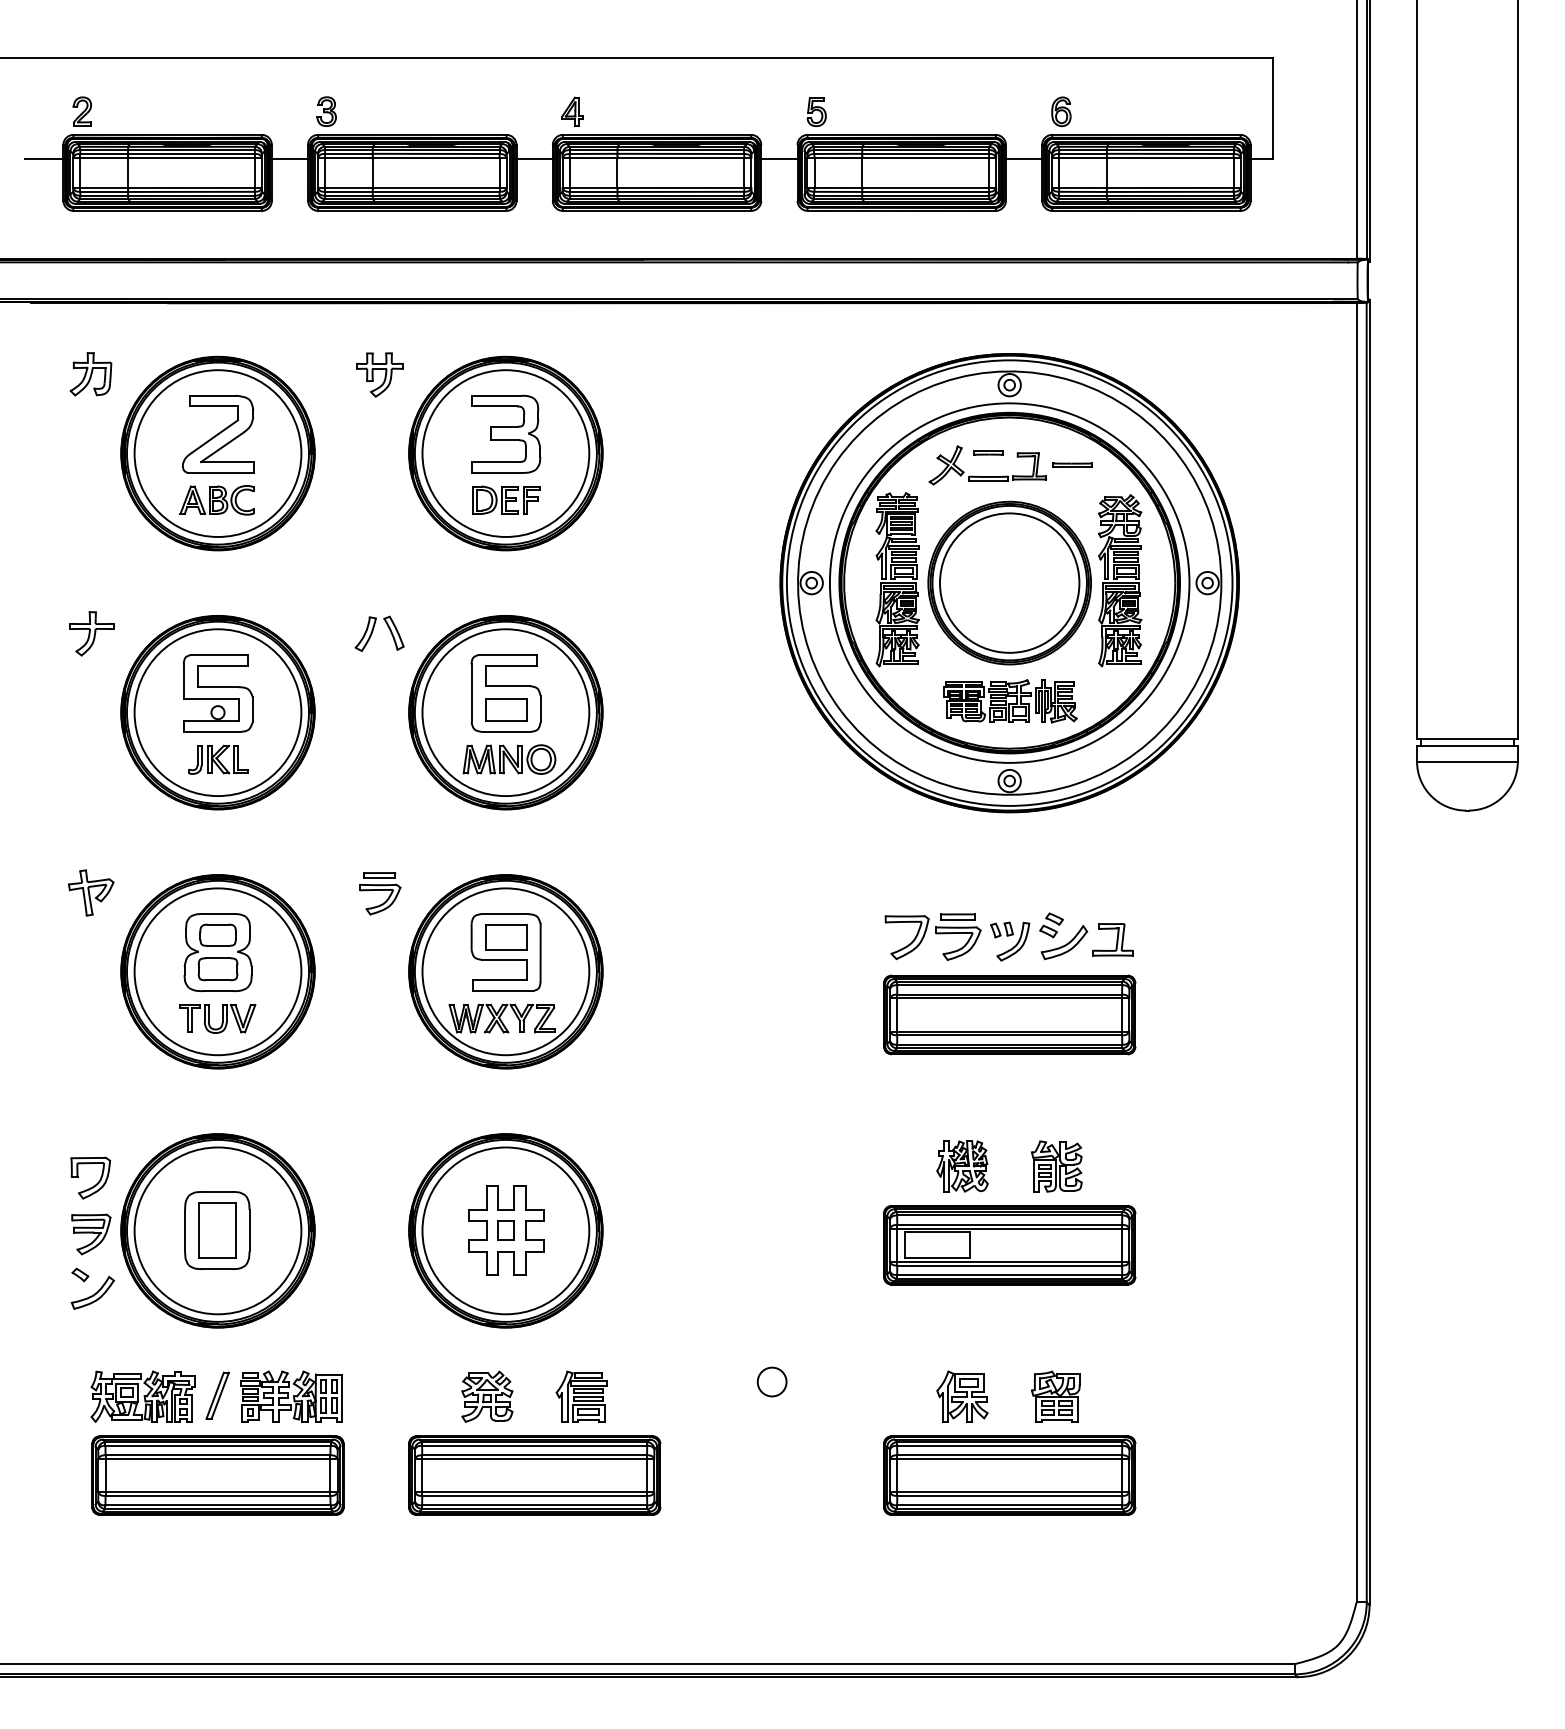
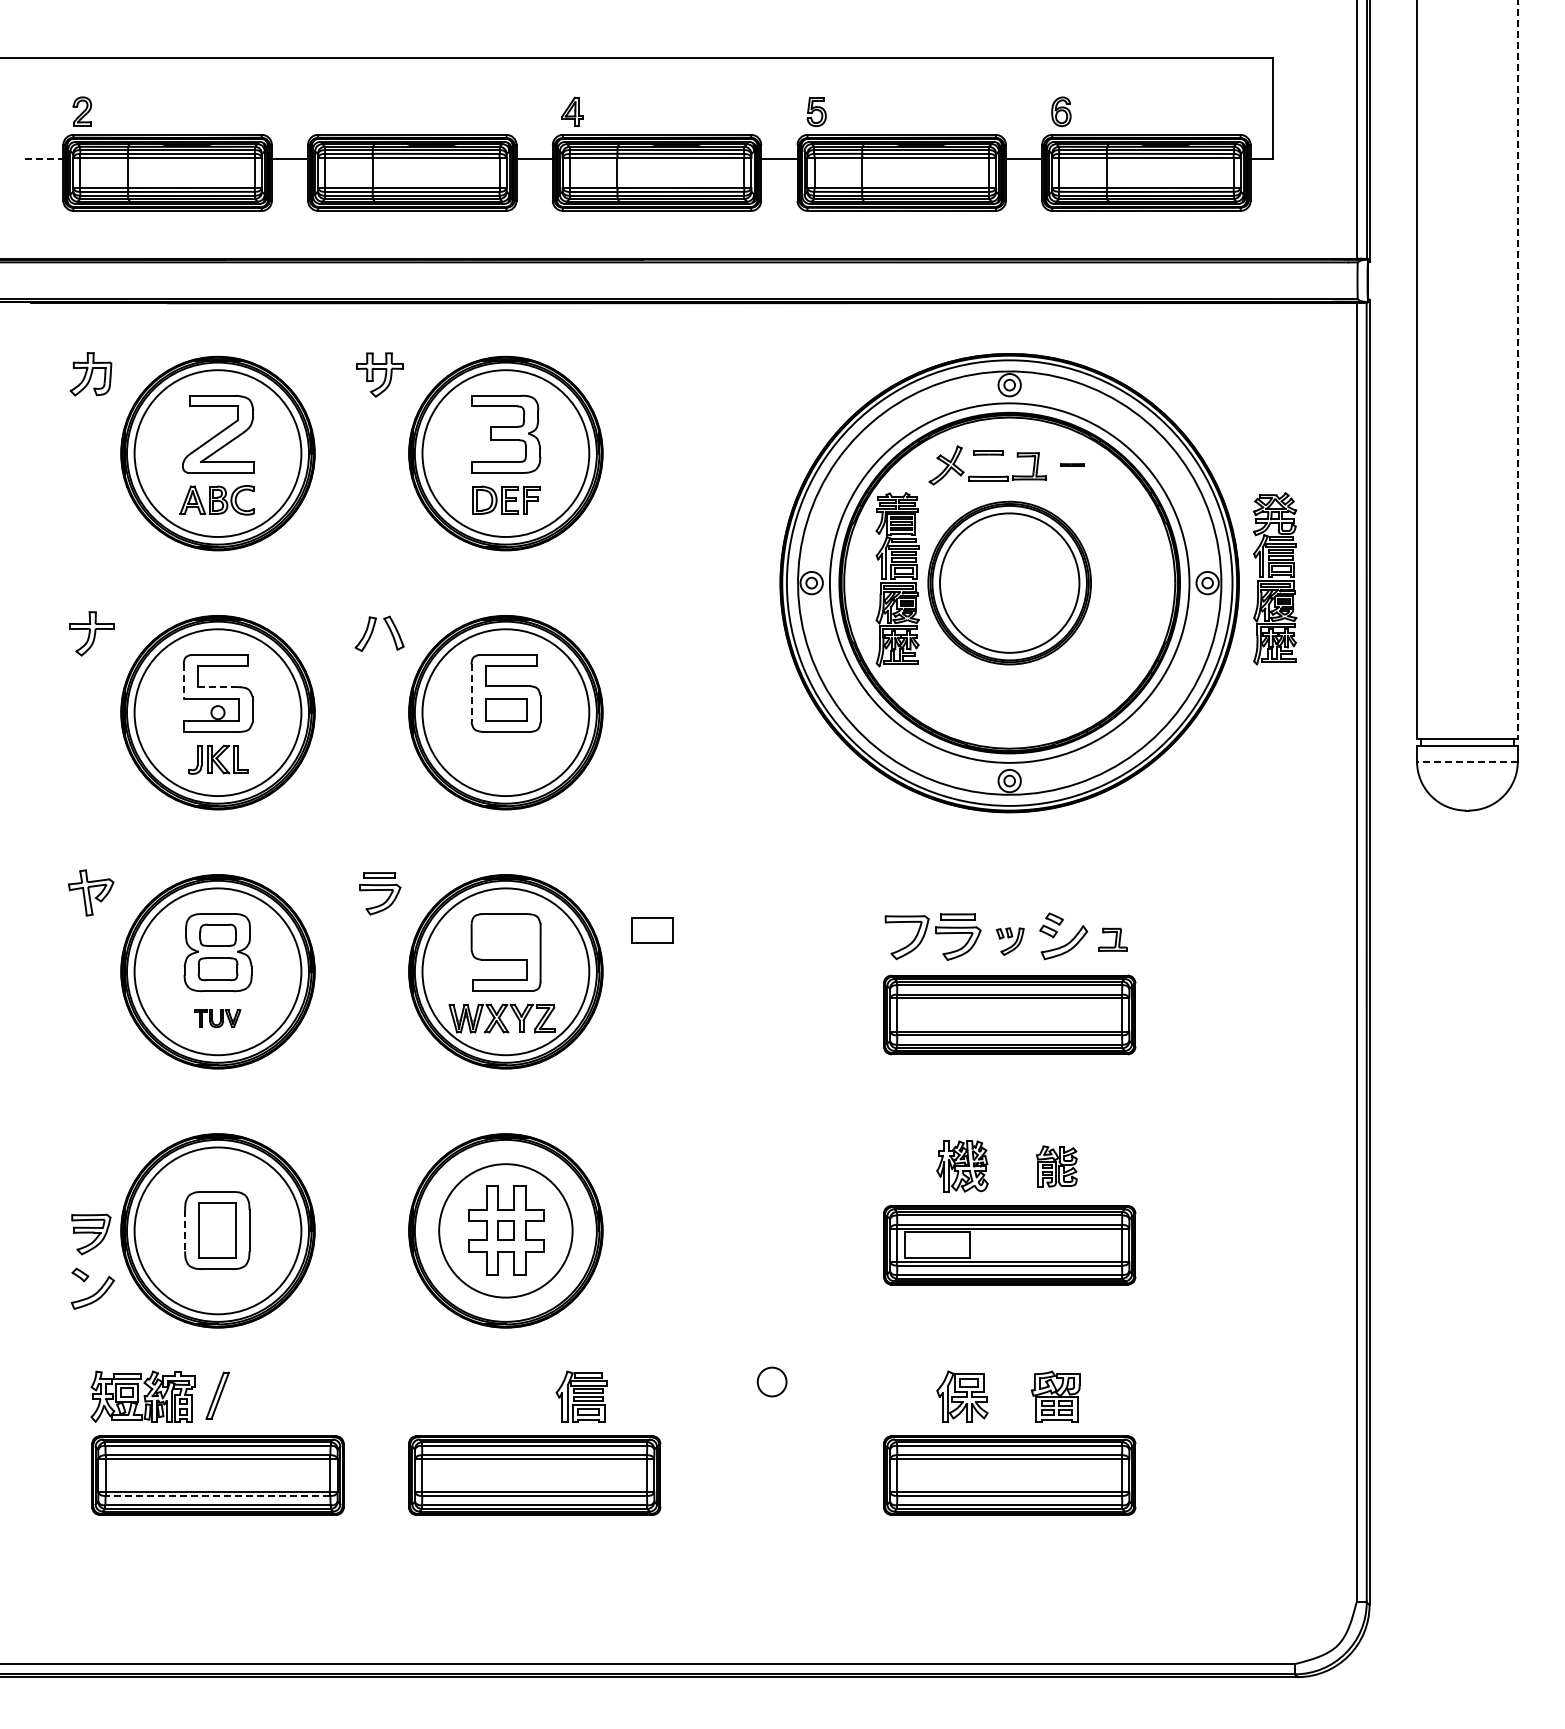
part at (326, 111): present -> none
line at (45, 159): solid -> dashed
line at (1517, 369): solid -> dashed
part at (1072, 464) size: 41x6 px -> 25x4 px
part at (1120, 580) position: (1120, 580) -> (1275, 578)
line at (183, 682): solid -> dashed
line at (217, 687): solid -> dashed
line at (471, 693): solid -> dashed
part at (1010, 701): present -> none
part at (509, 759): present -> none
line at (1466, 761): solid -> dashed
part at (506, 937) position: (506, 937) -> (652, 930)
part at (1112, 939) size: 42x34 px -> 30x25 px
part at (1010, 941) size: 41x41 px -> 30x29 px
part at (217, 1018) size: 78x31 px -> 48x20 px
part at (1056, 1166) size: 52x53 px -> 42x43 px
part at (96, 1183): present -> none
line at (185, 1230): solid -> dashed
circle at (505, 1230) diameter: 167 px -> 133 px
part at (291, 1396): present -> none
part at (487, 1396): present -> none
line at (217, 1496): solid -> dashed
